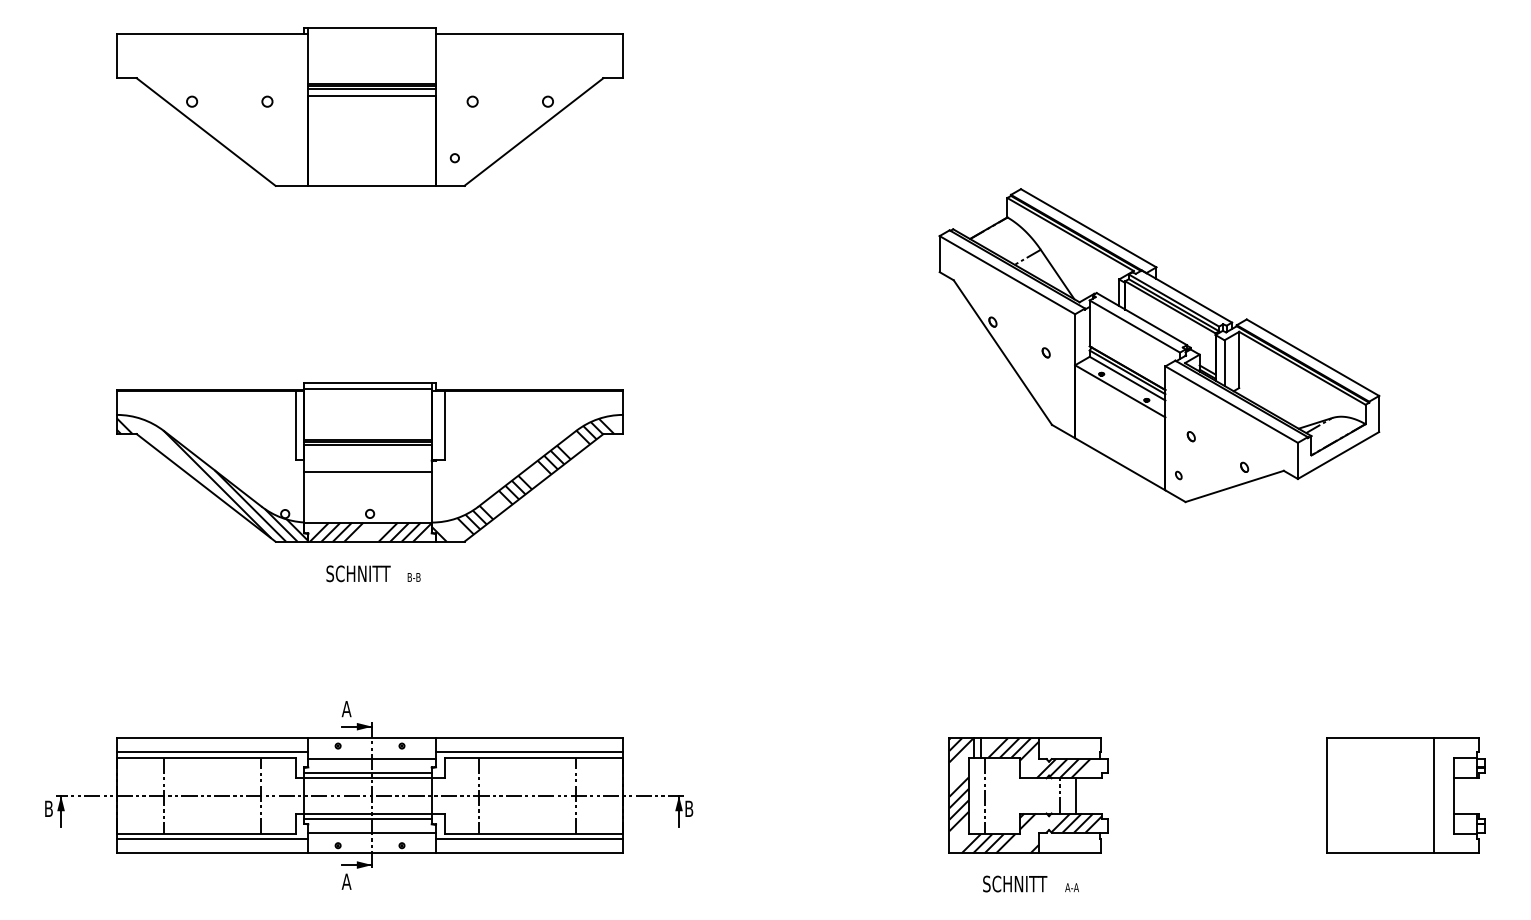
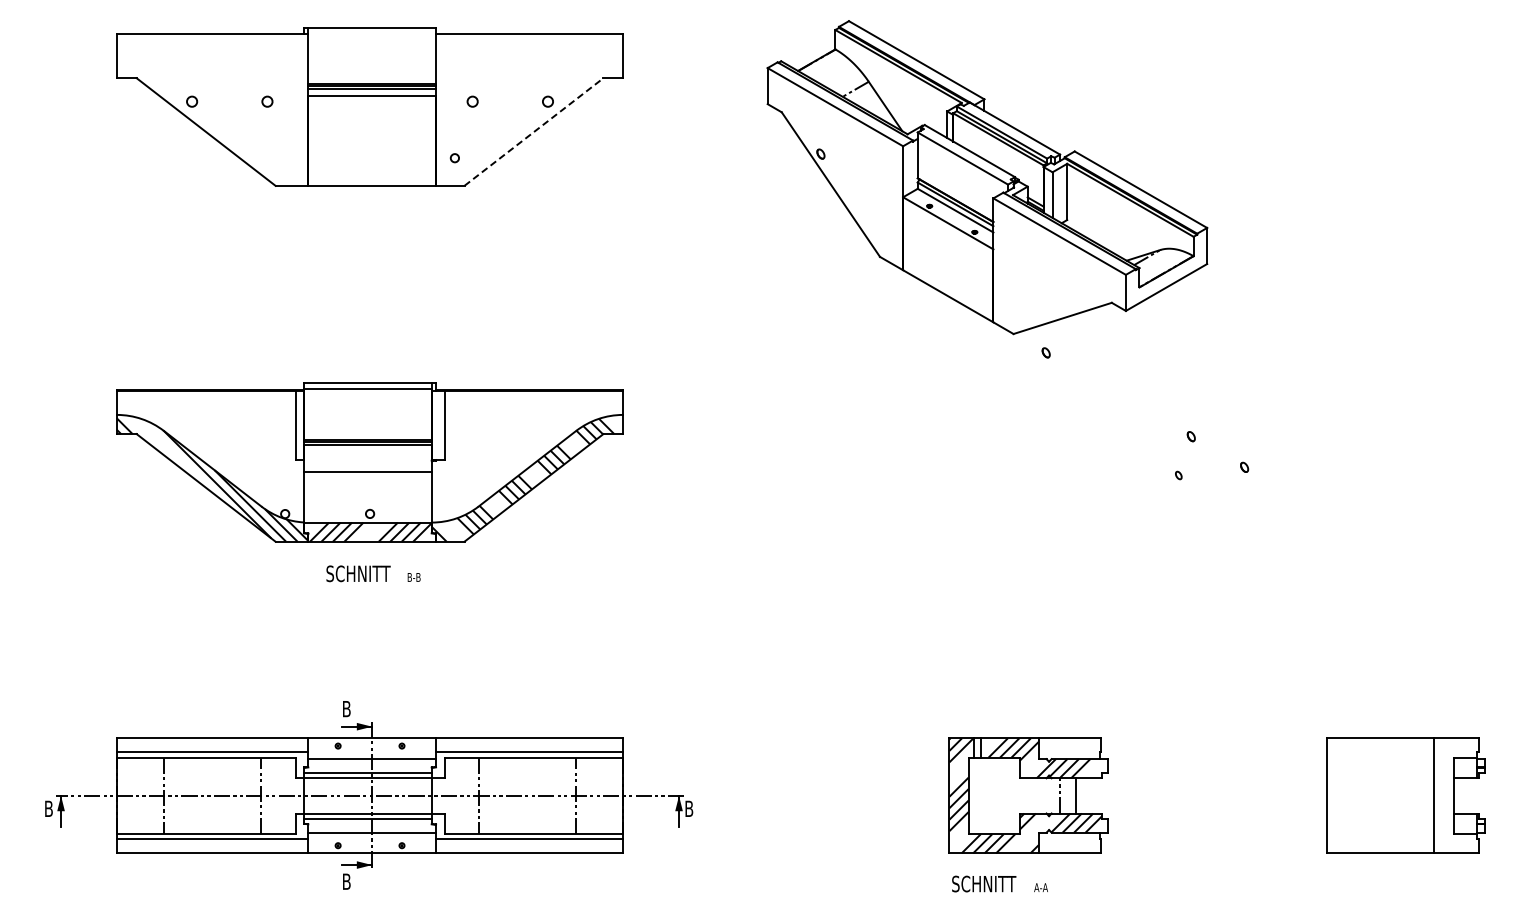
line at (533, 132): solid -> dashed
part at (1159, 345) position: (1159, 345) -> (987, 177)
text at (346, 709): A -> B
line at (984, 795): present -> none
text at (346, 881): A -> B
text at (1030, 883) position: (1030, 883) -> (999, 883)
